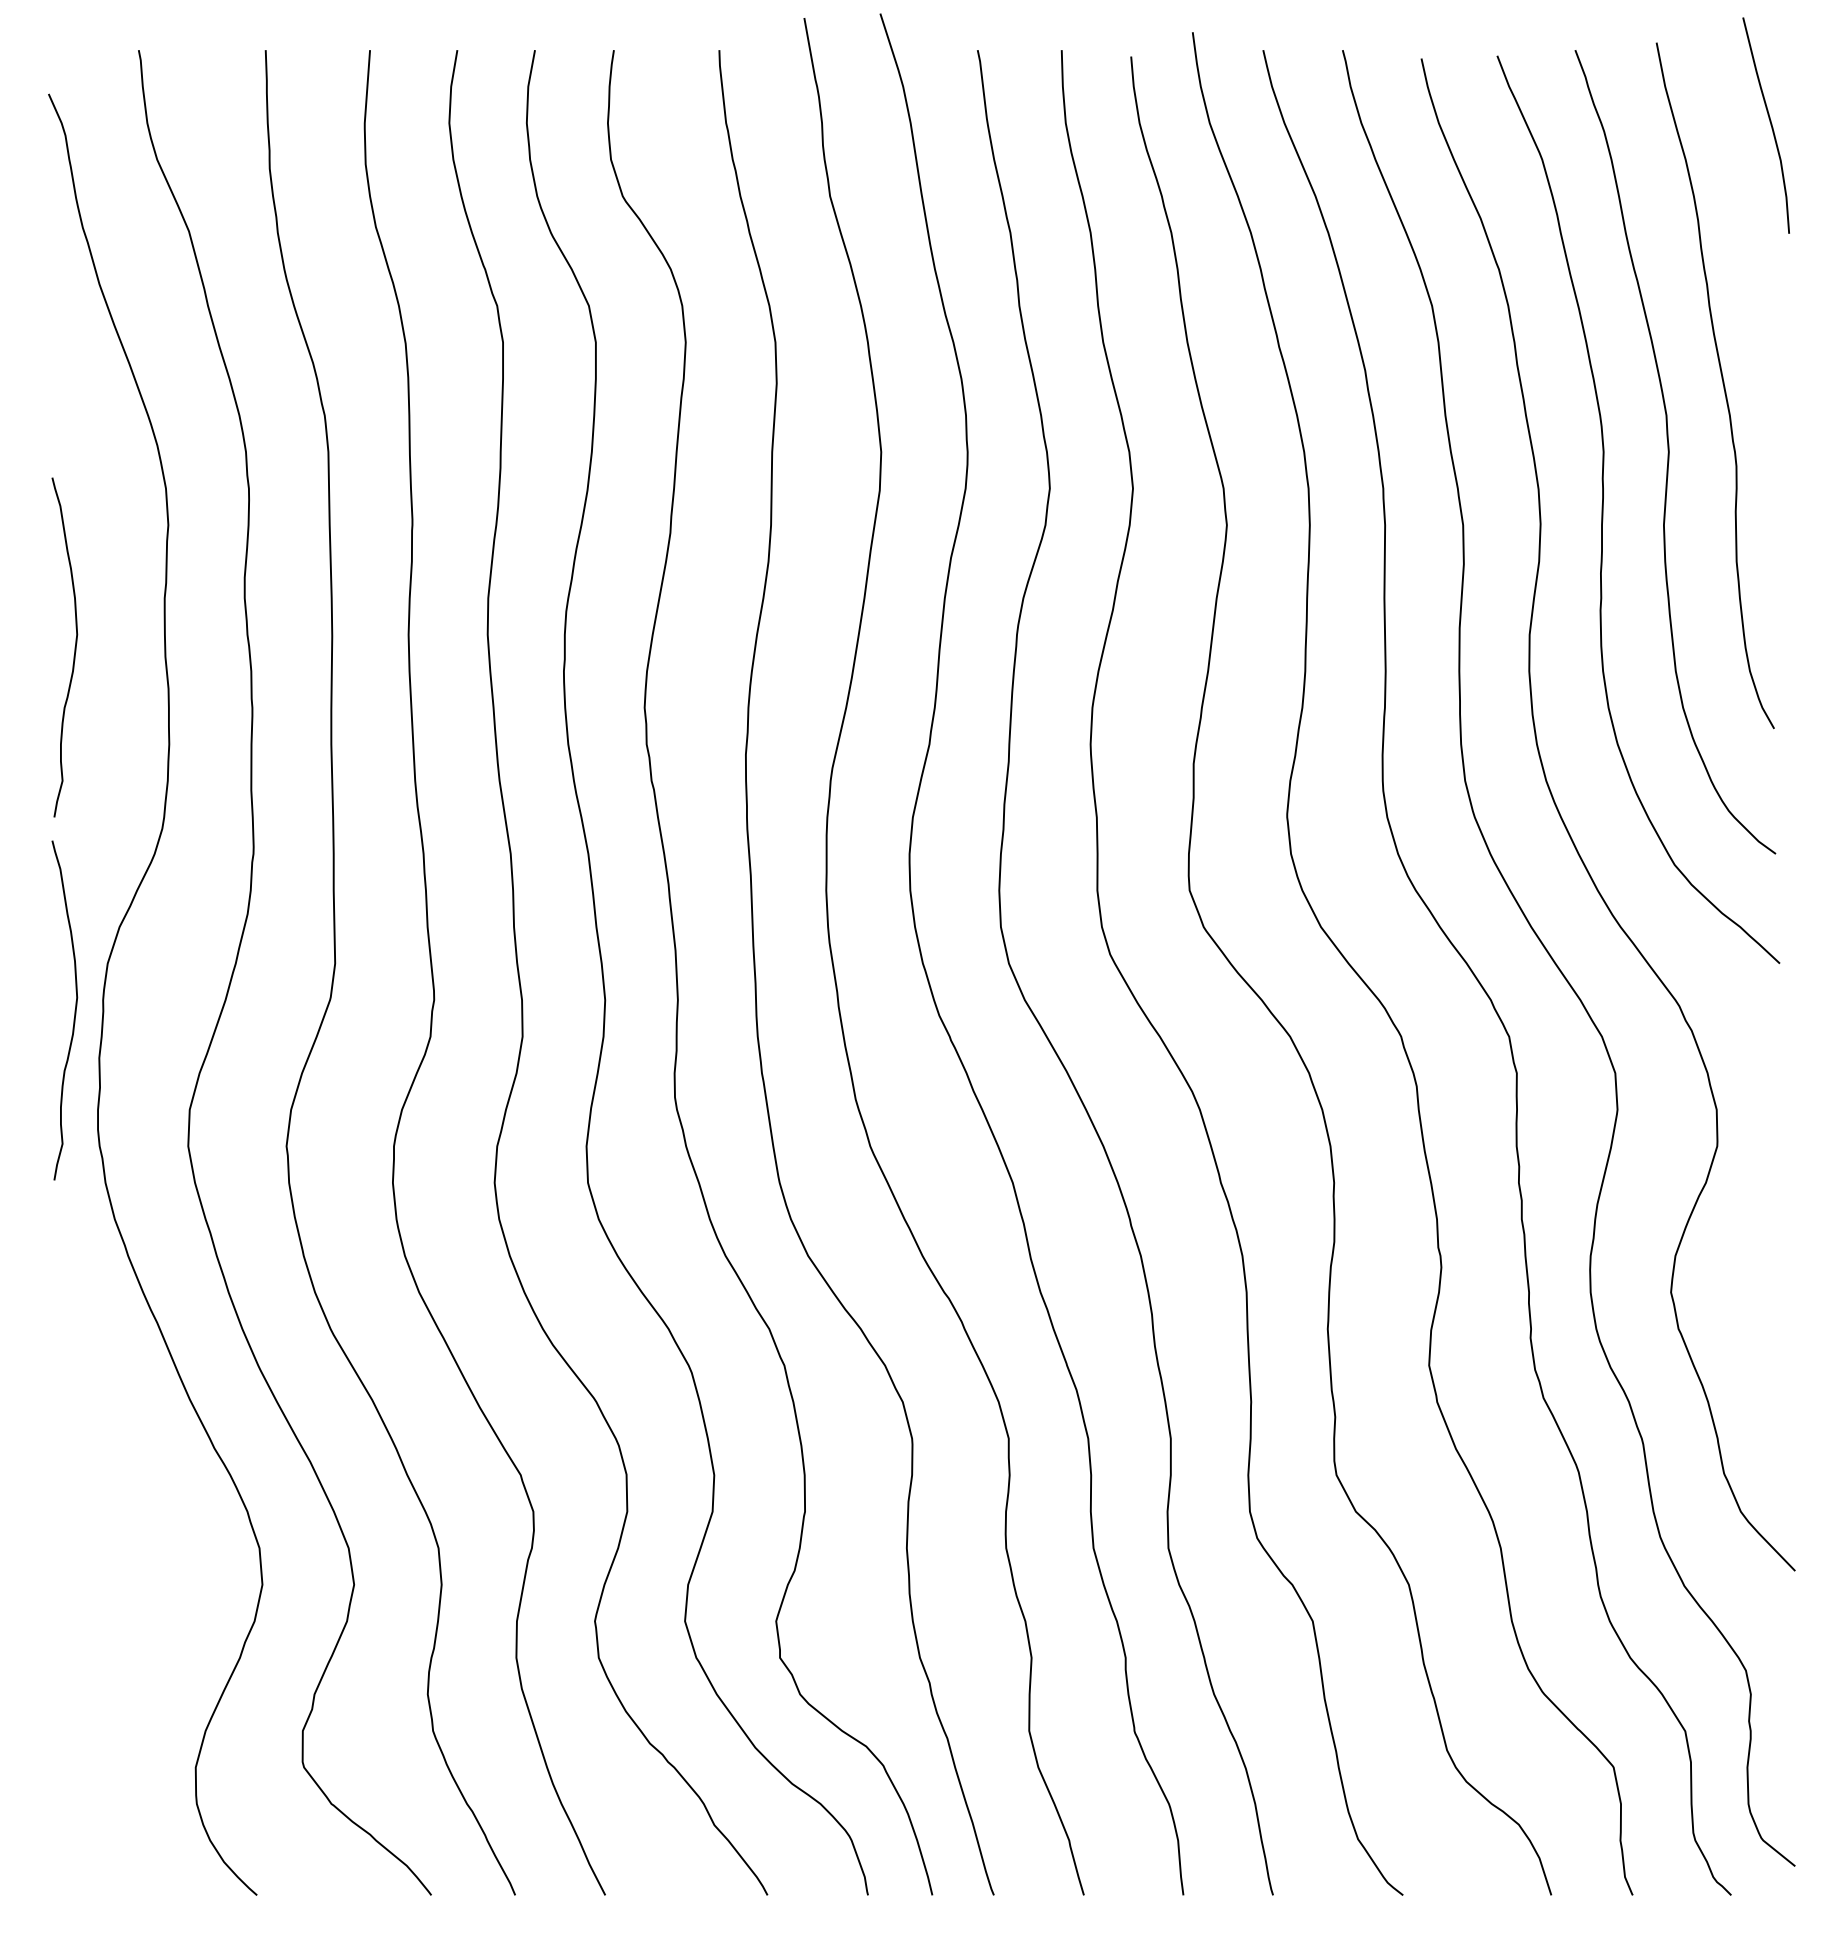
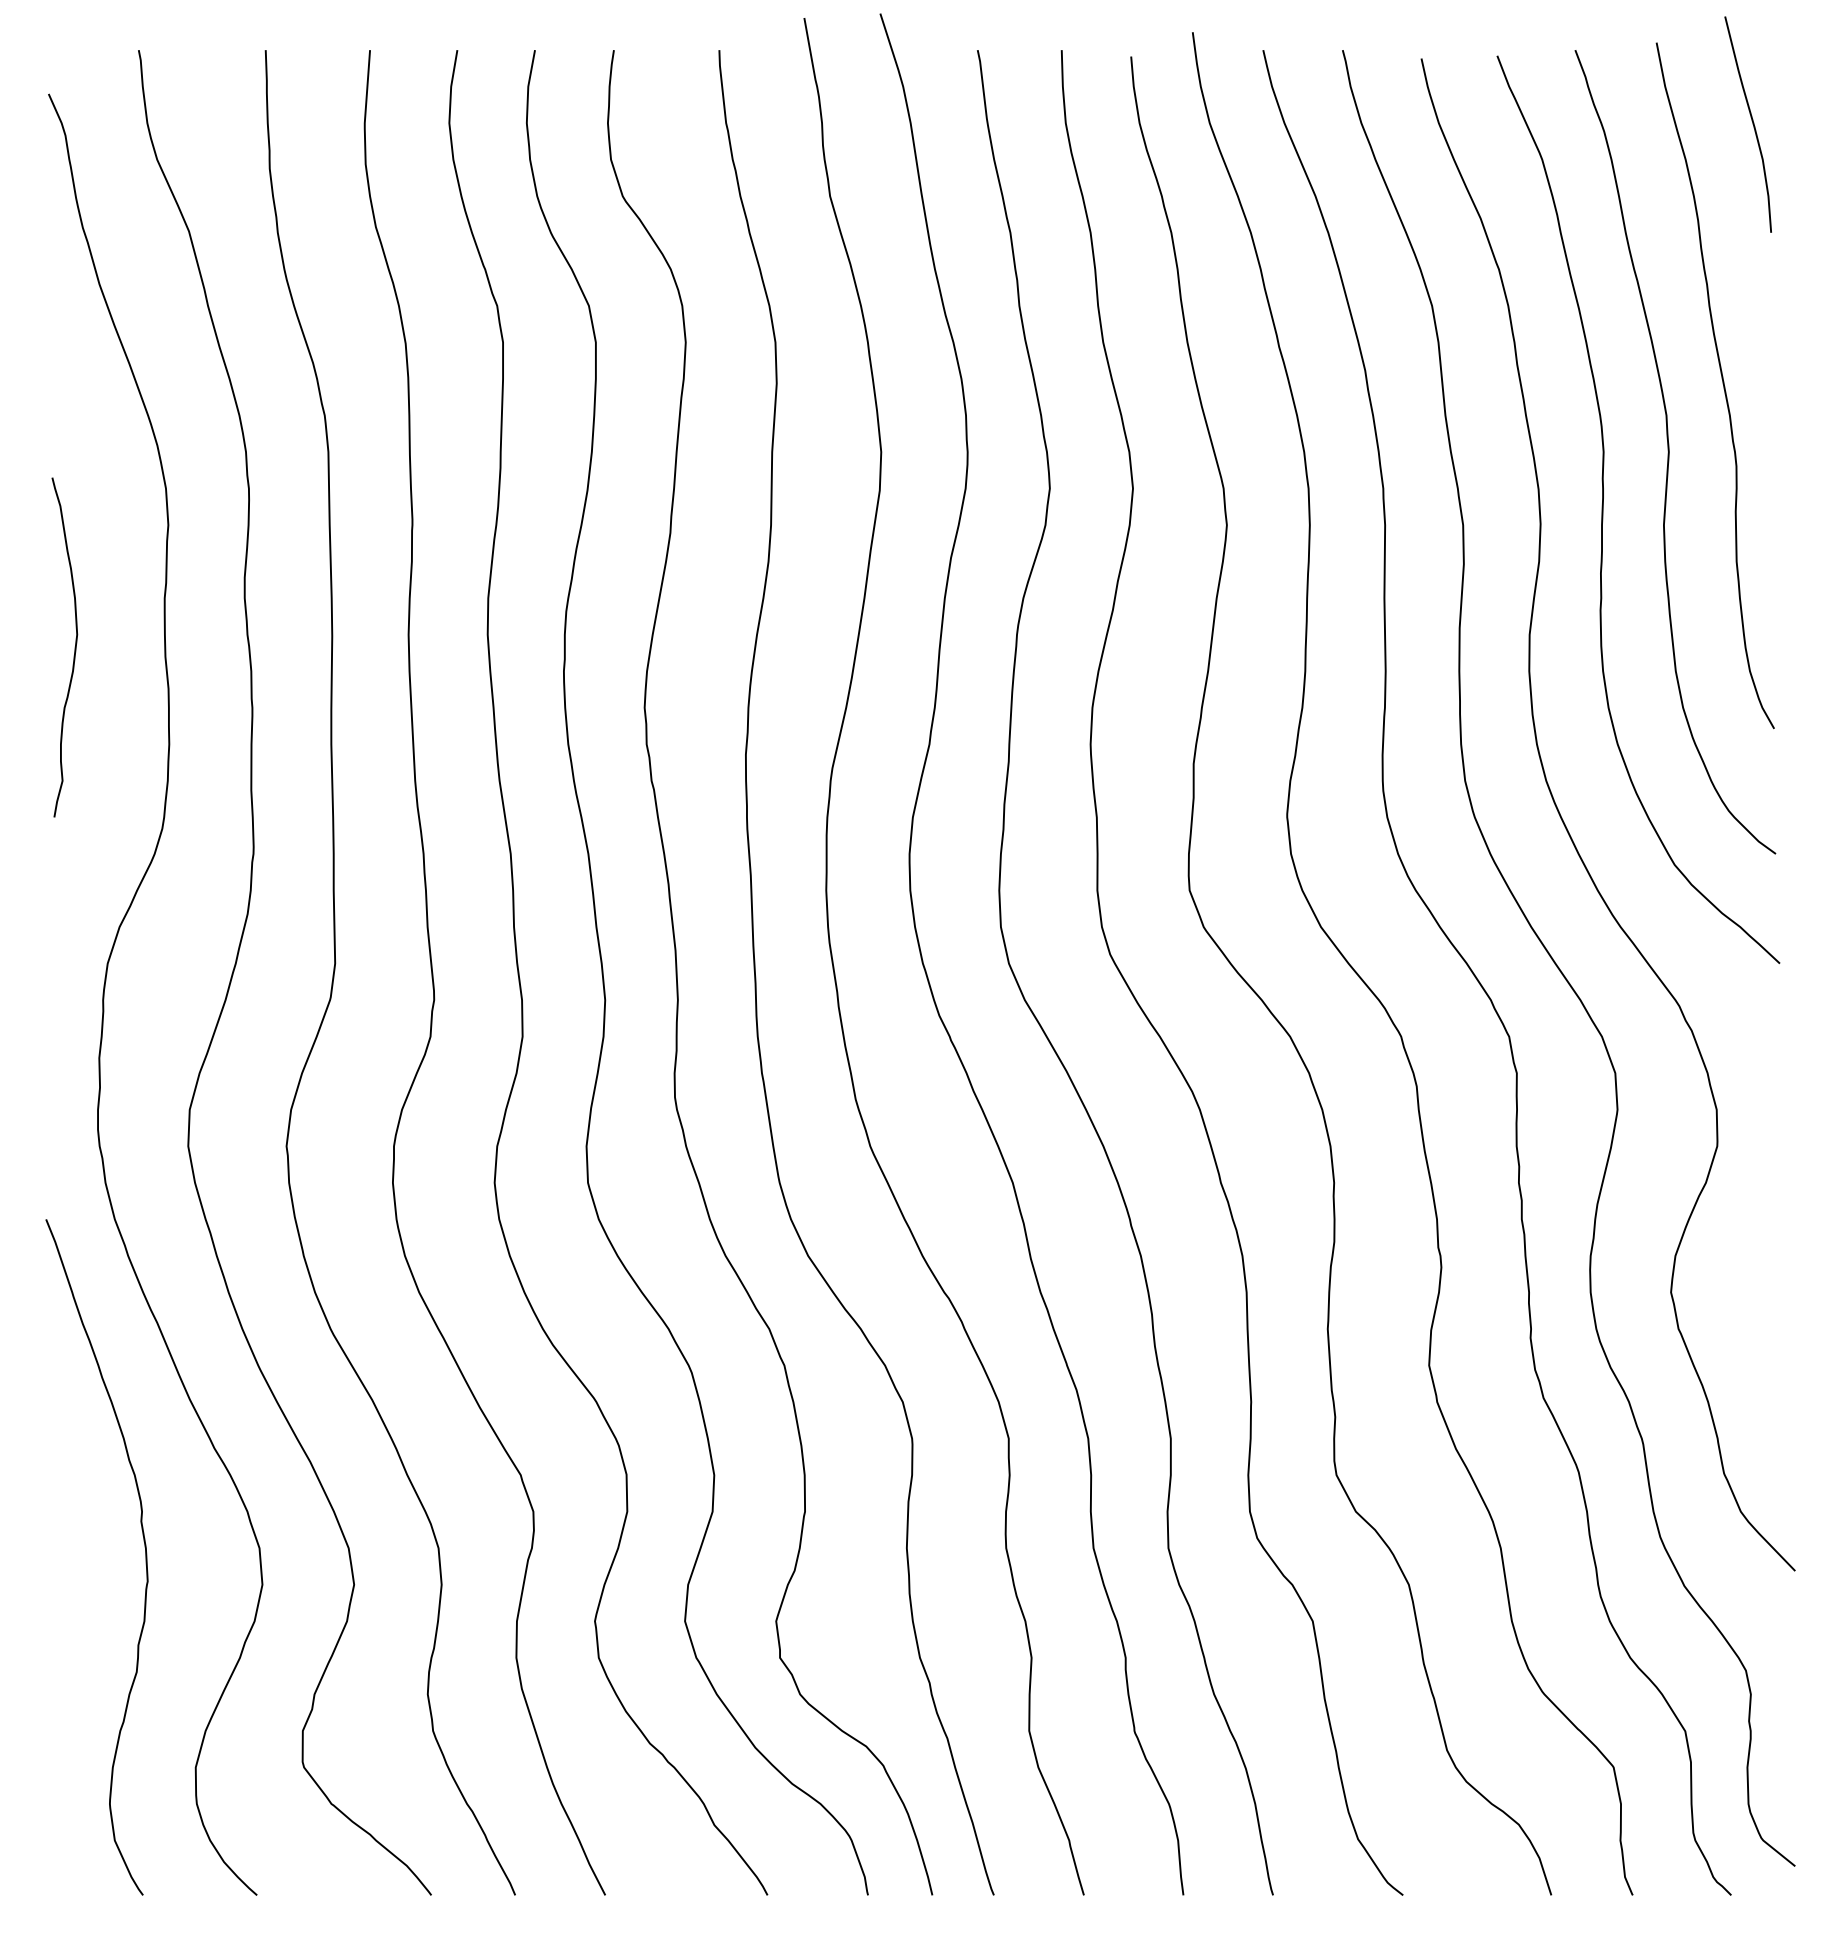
curve at (1769, 122) position: (1769, 122) -> (1751, 121)
curve at (74, 1010): present -> none
curve at (145, 1557): none -> present
